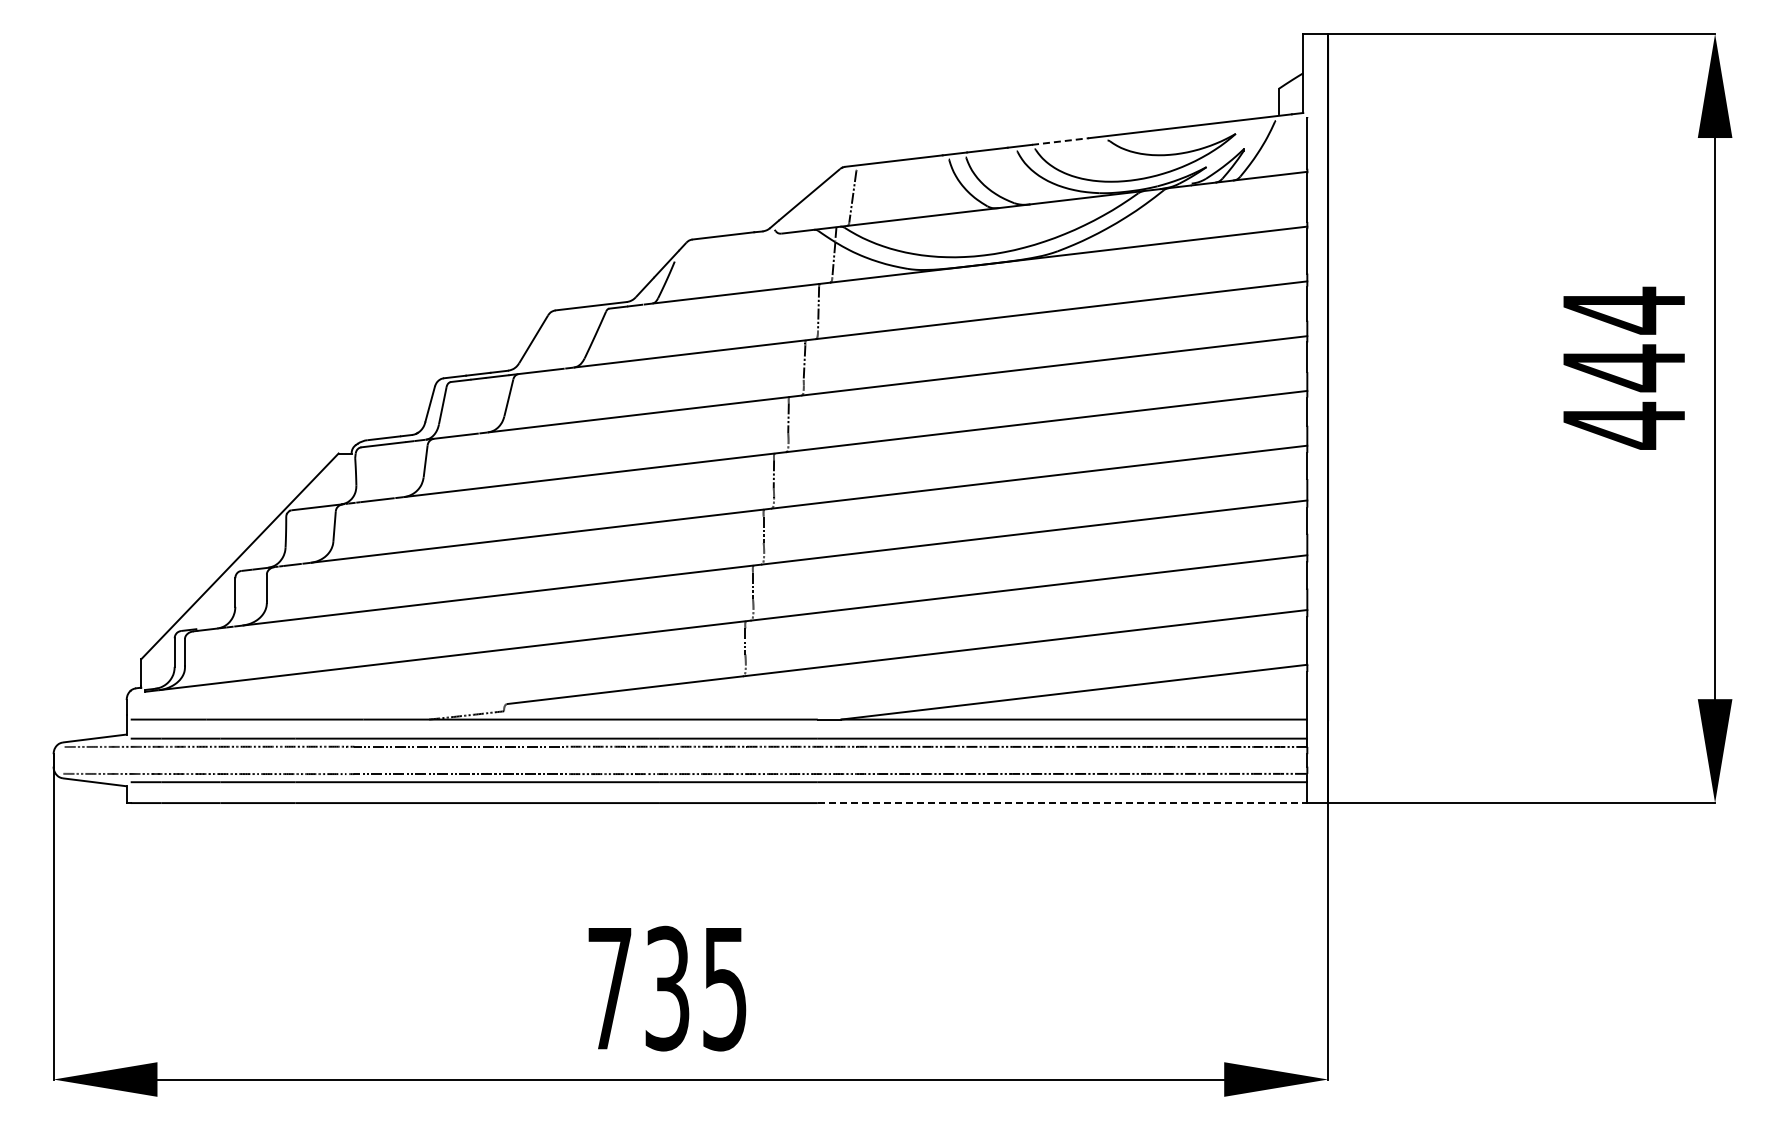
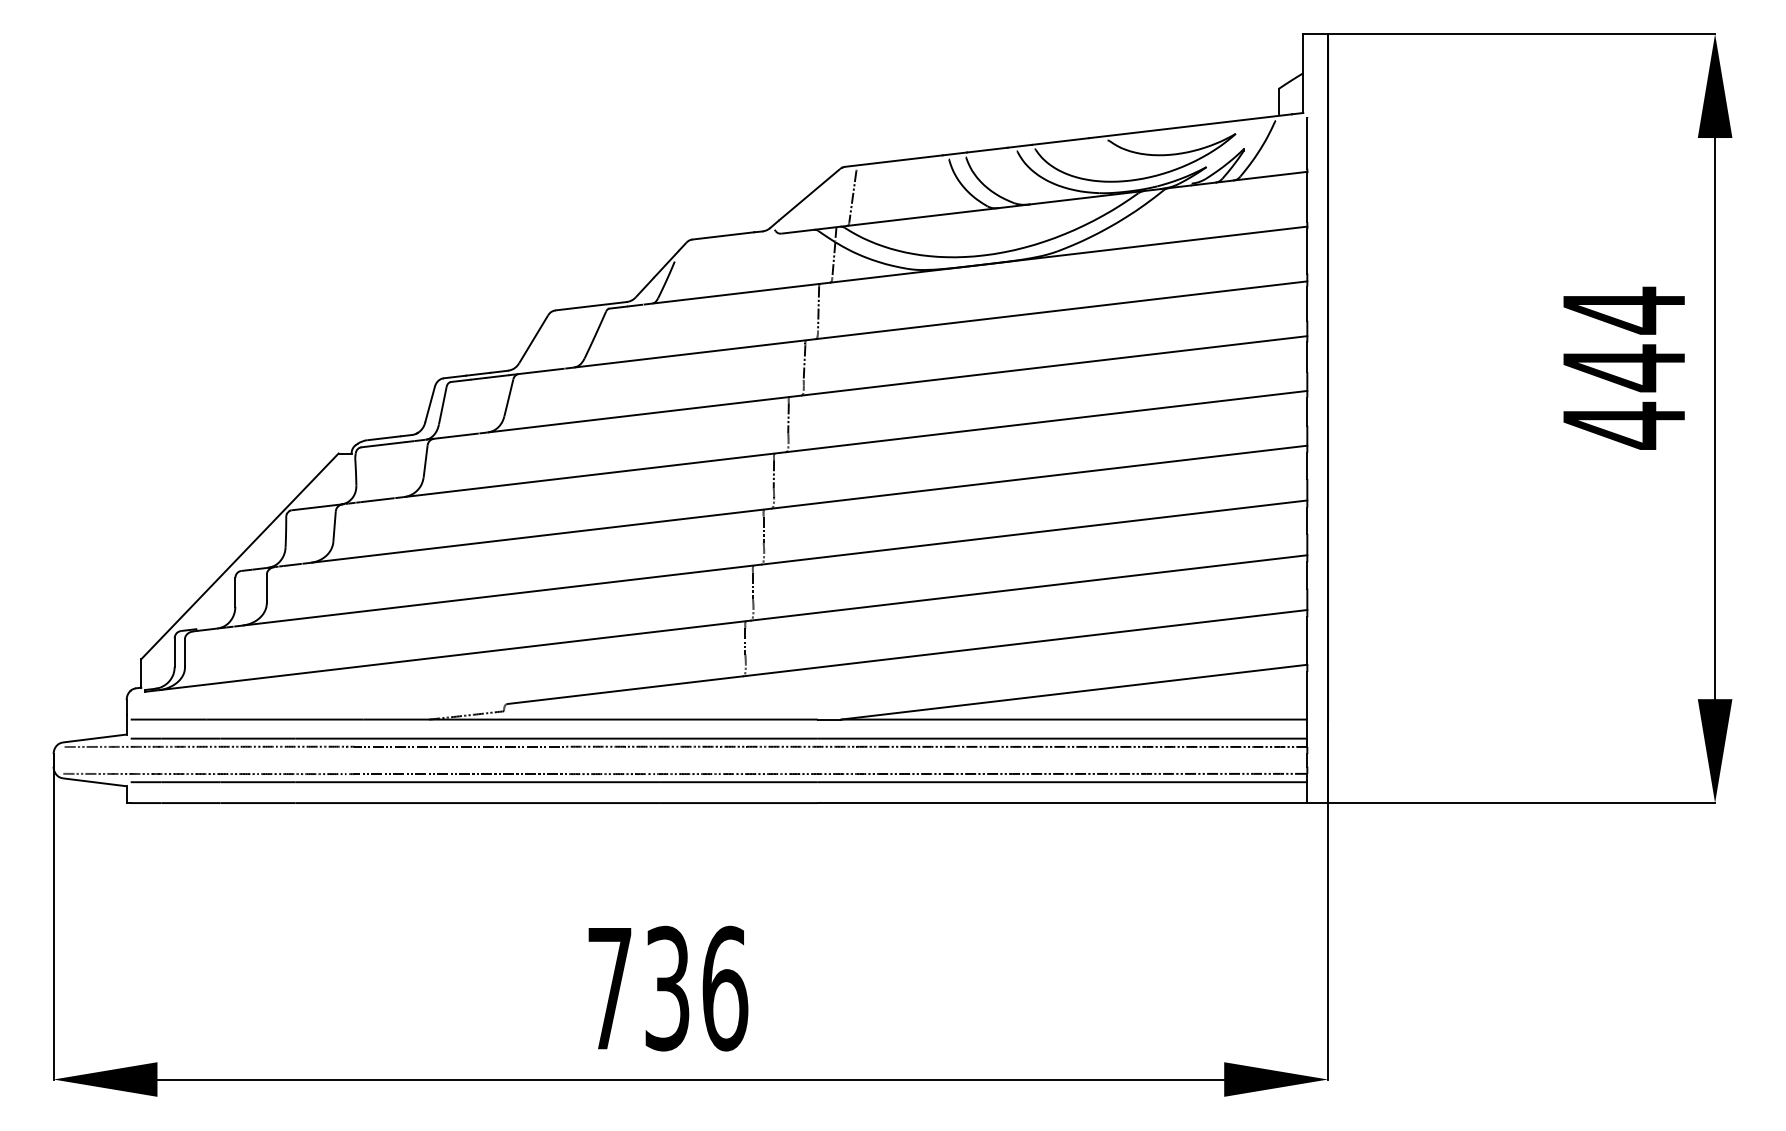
line at (1060, 141): dashed -> solid
line at (1062, 803): dashed -> solid
text at (725, 988): 735 -> 736
